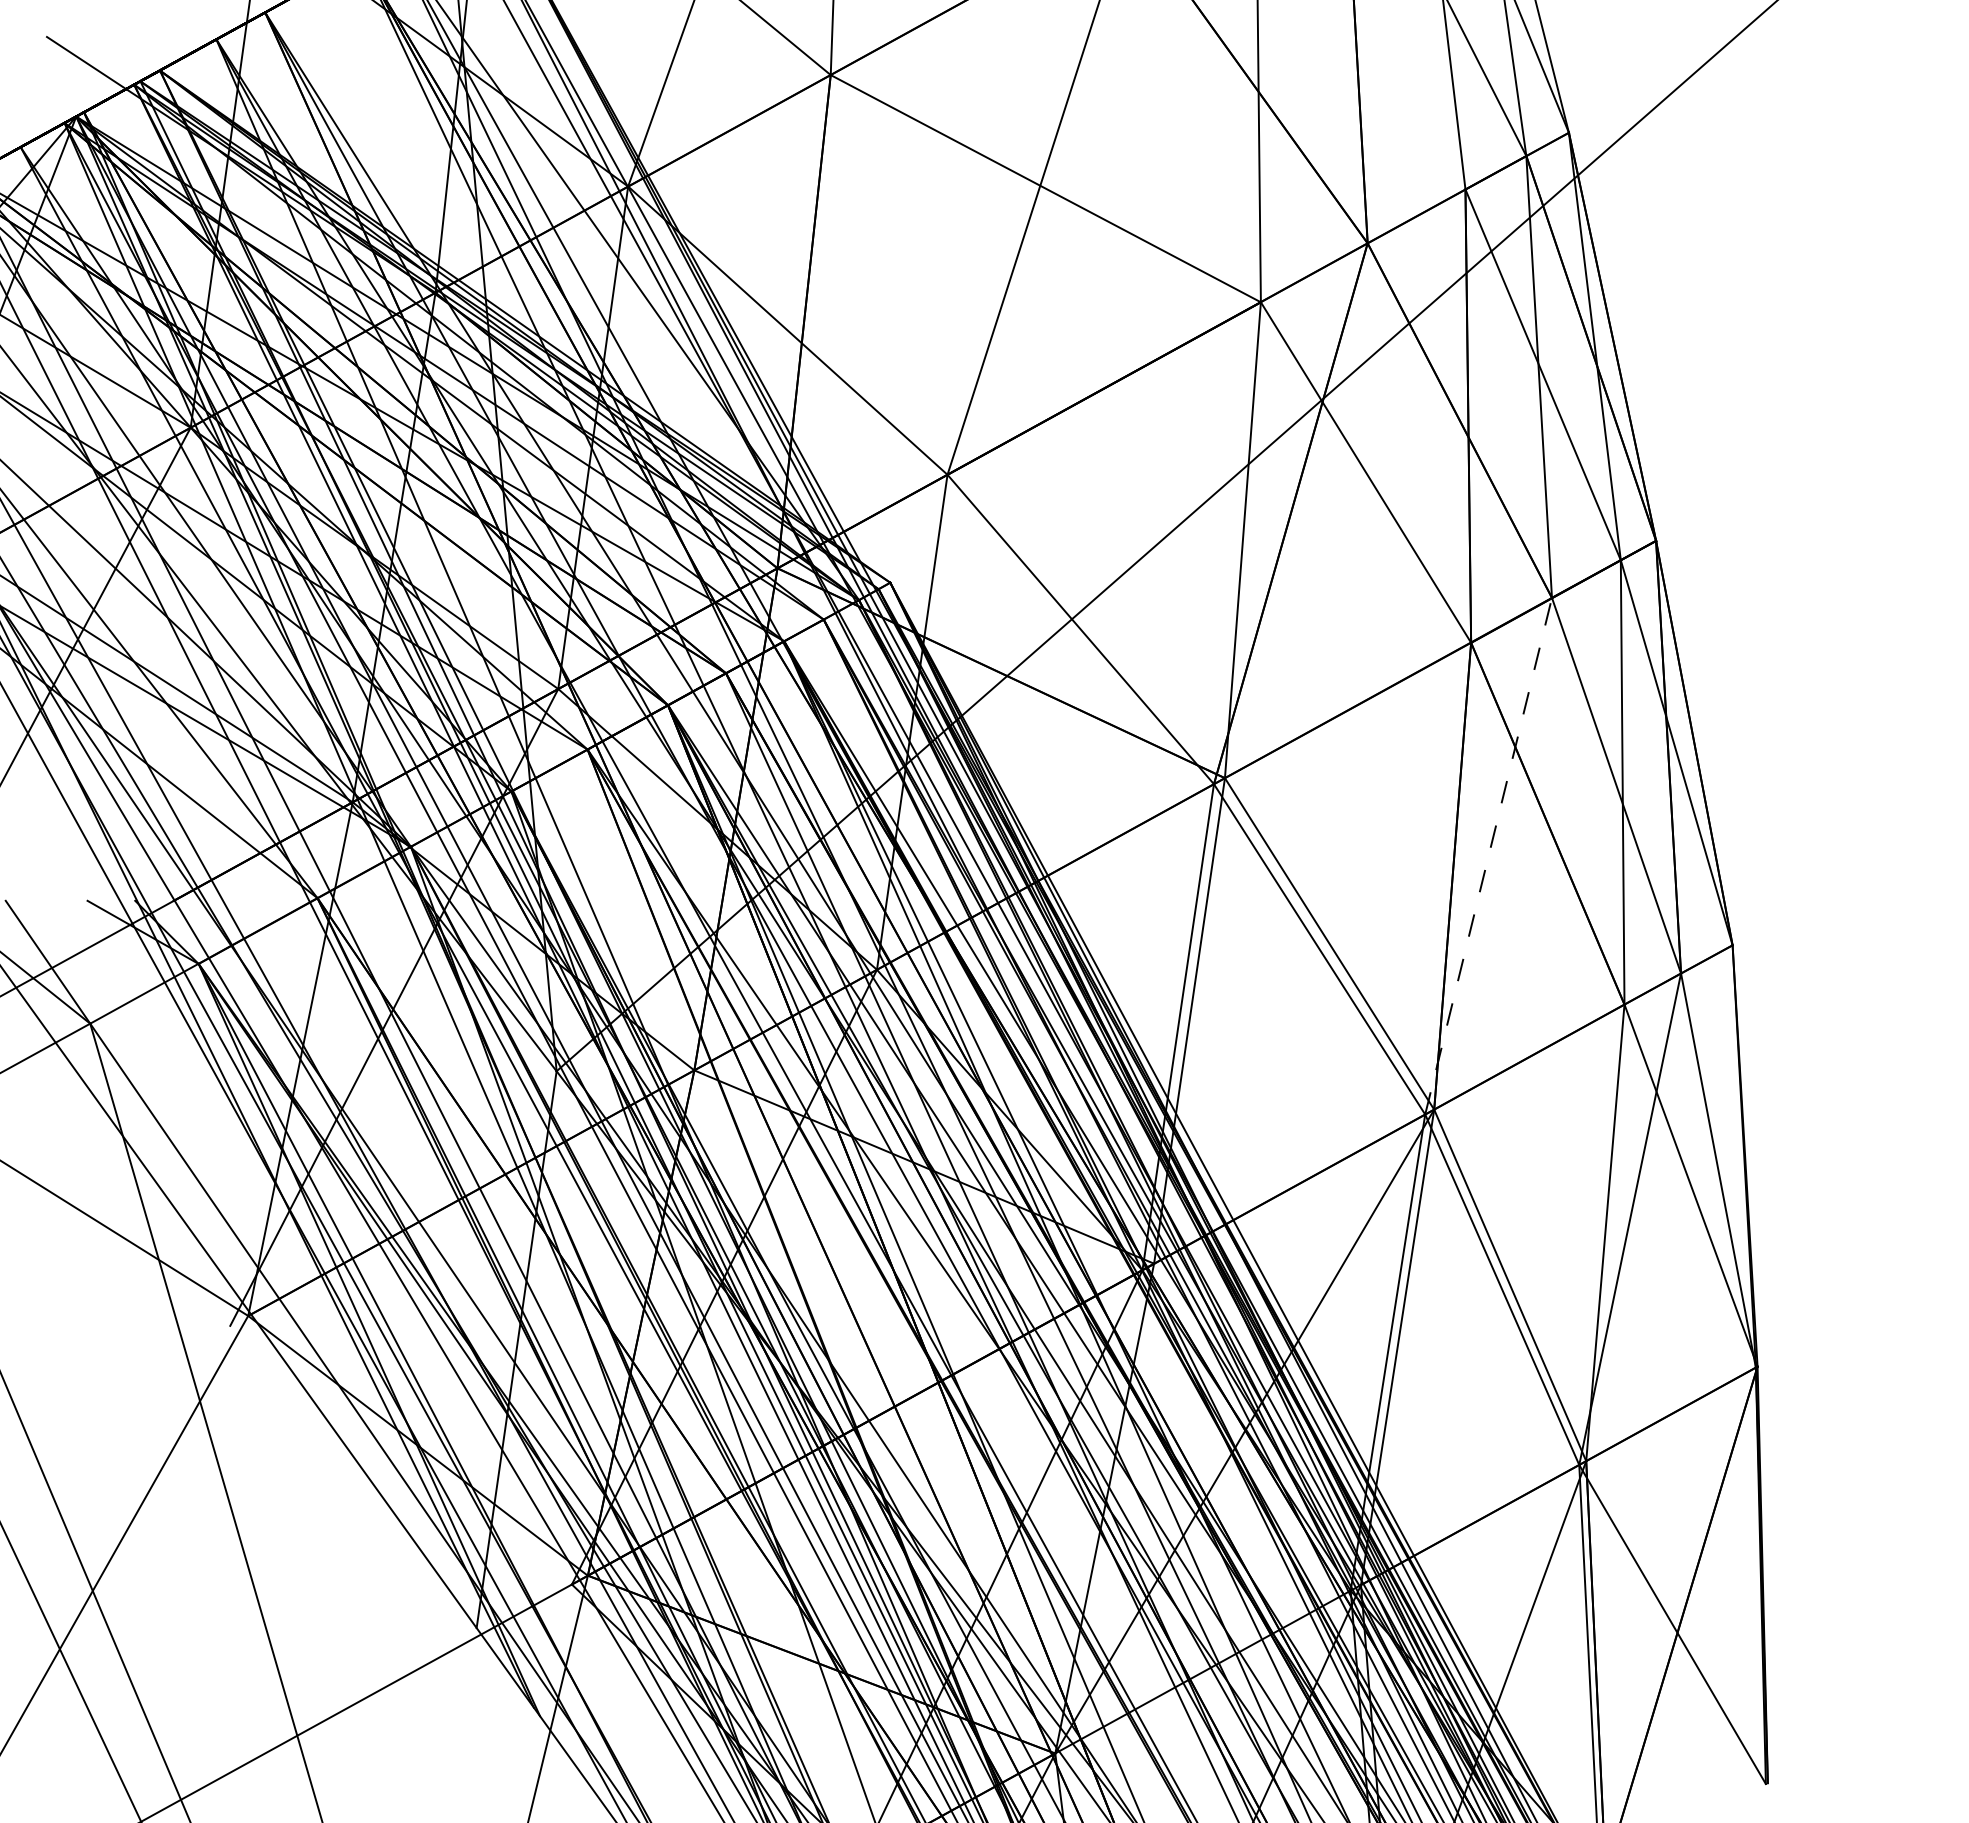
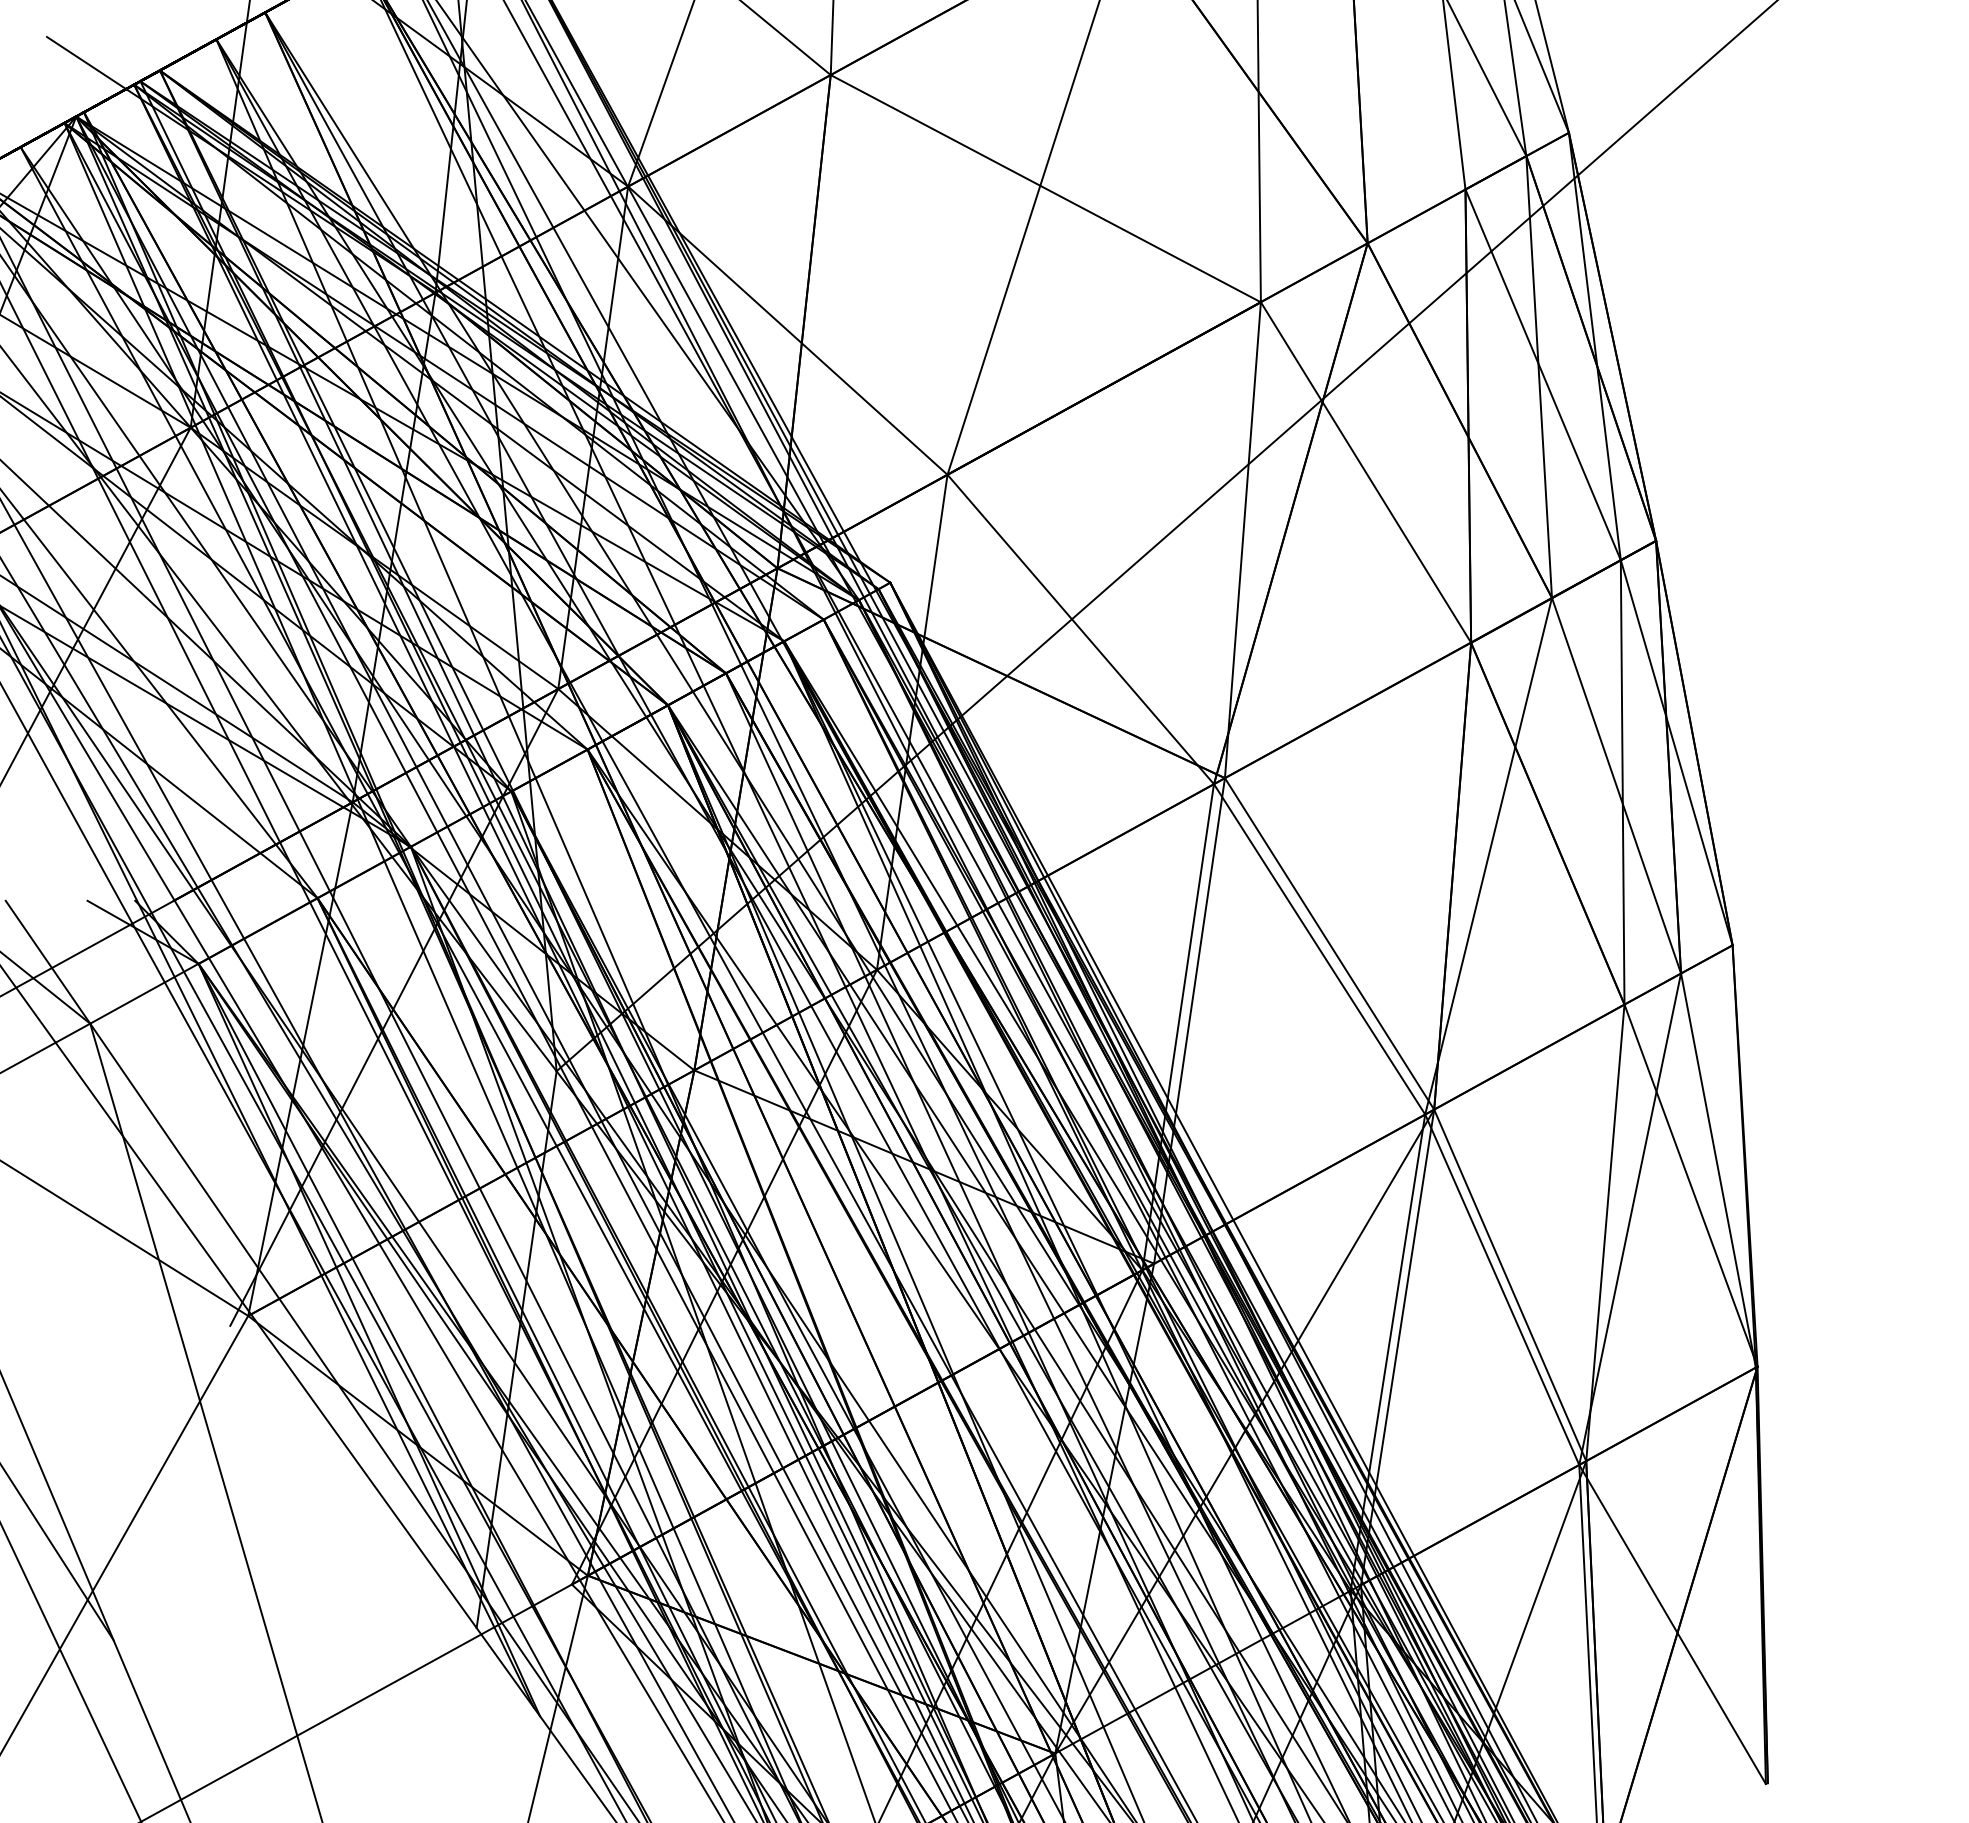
line at (1488, 856): dashed -> solid
line at (57, 1553): none -> present
